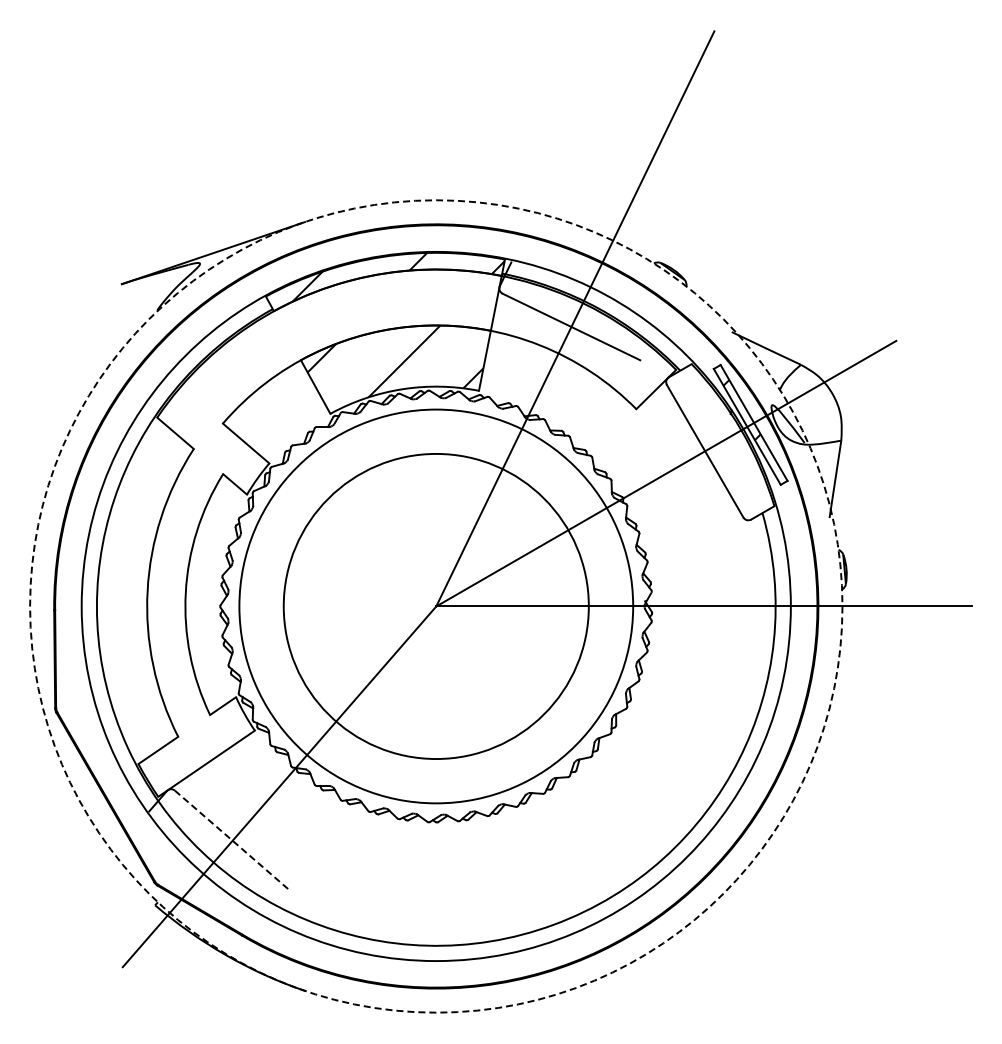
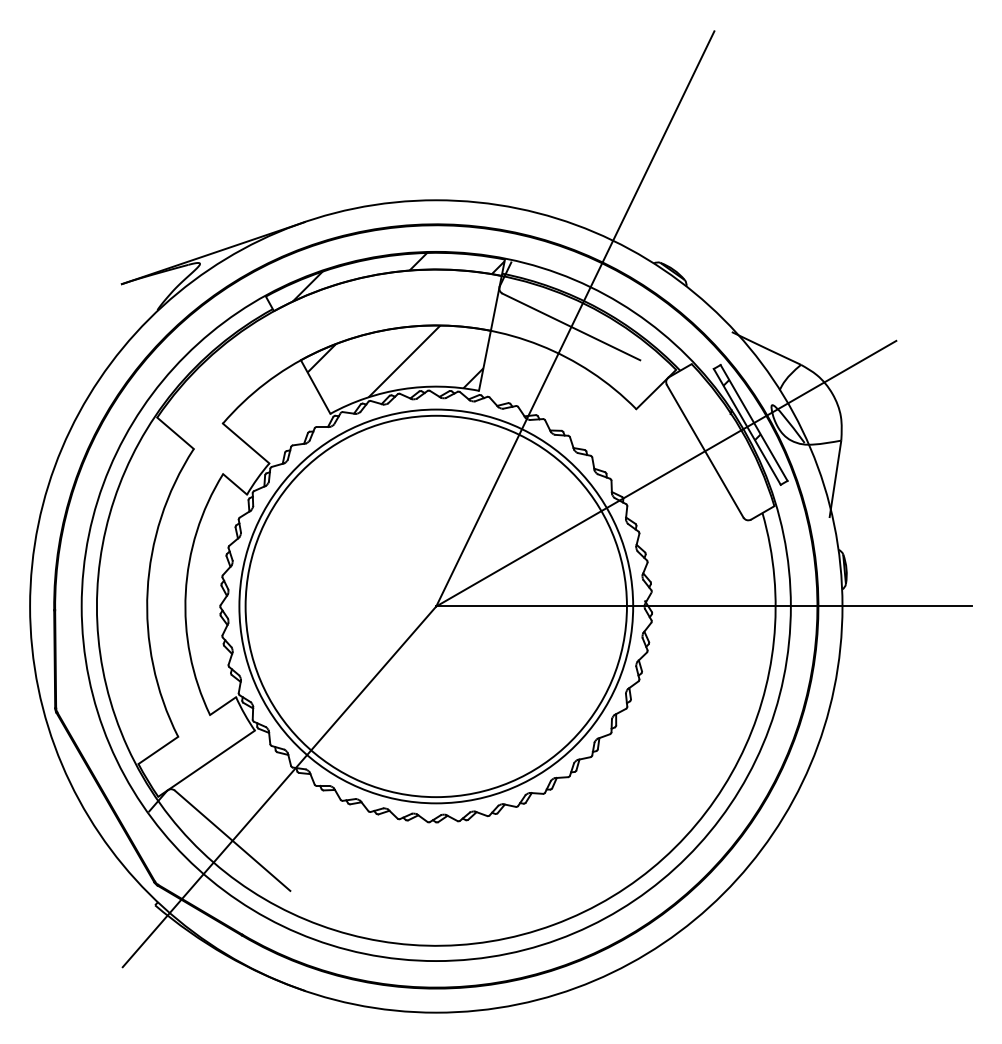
circle at (435, 606) diameter: 305 px -> 381 px
circle at (436, 606): dashed -> solid
line at (233, 841): dashed -> solid
